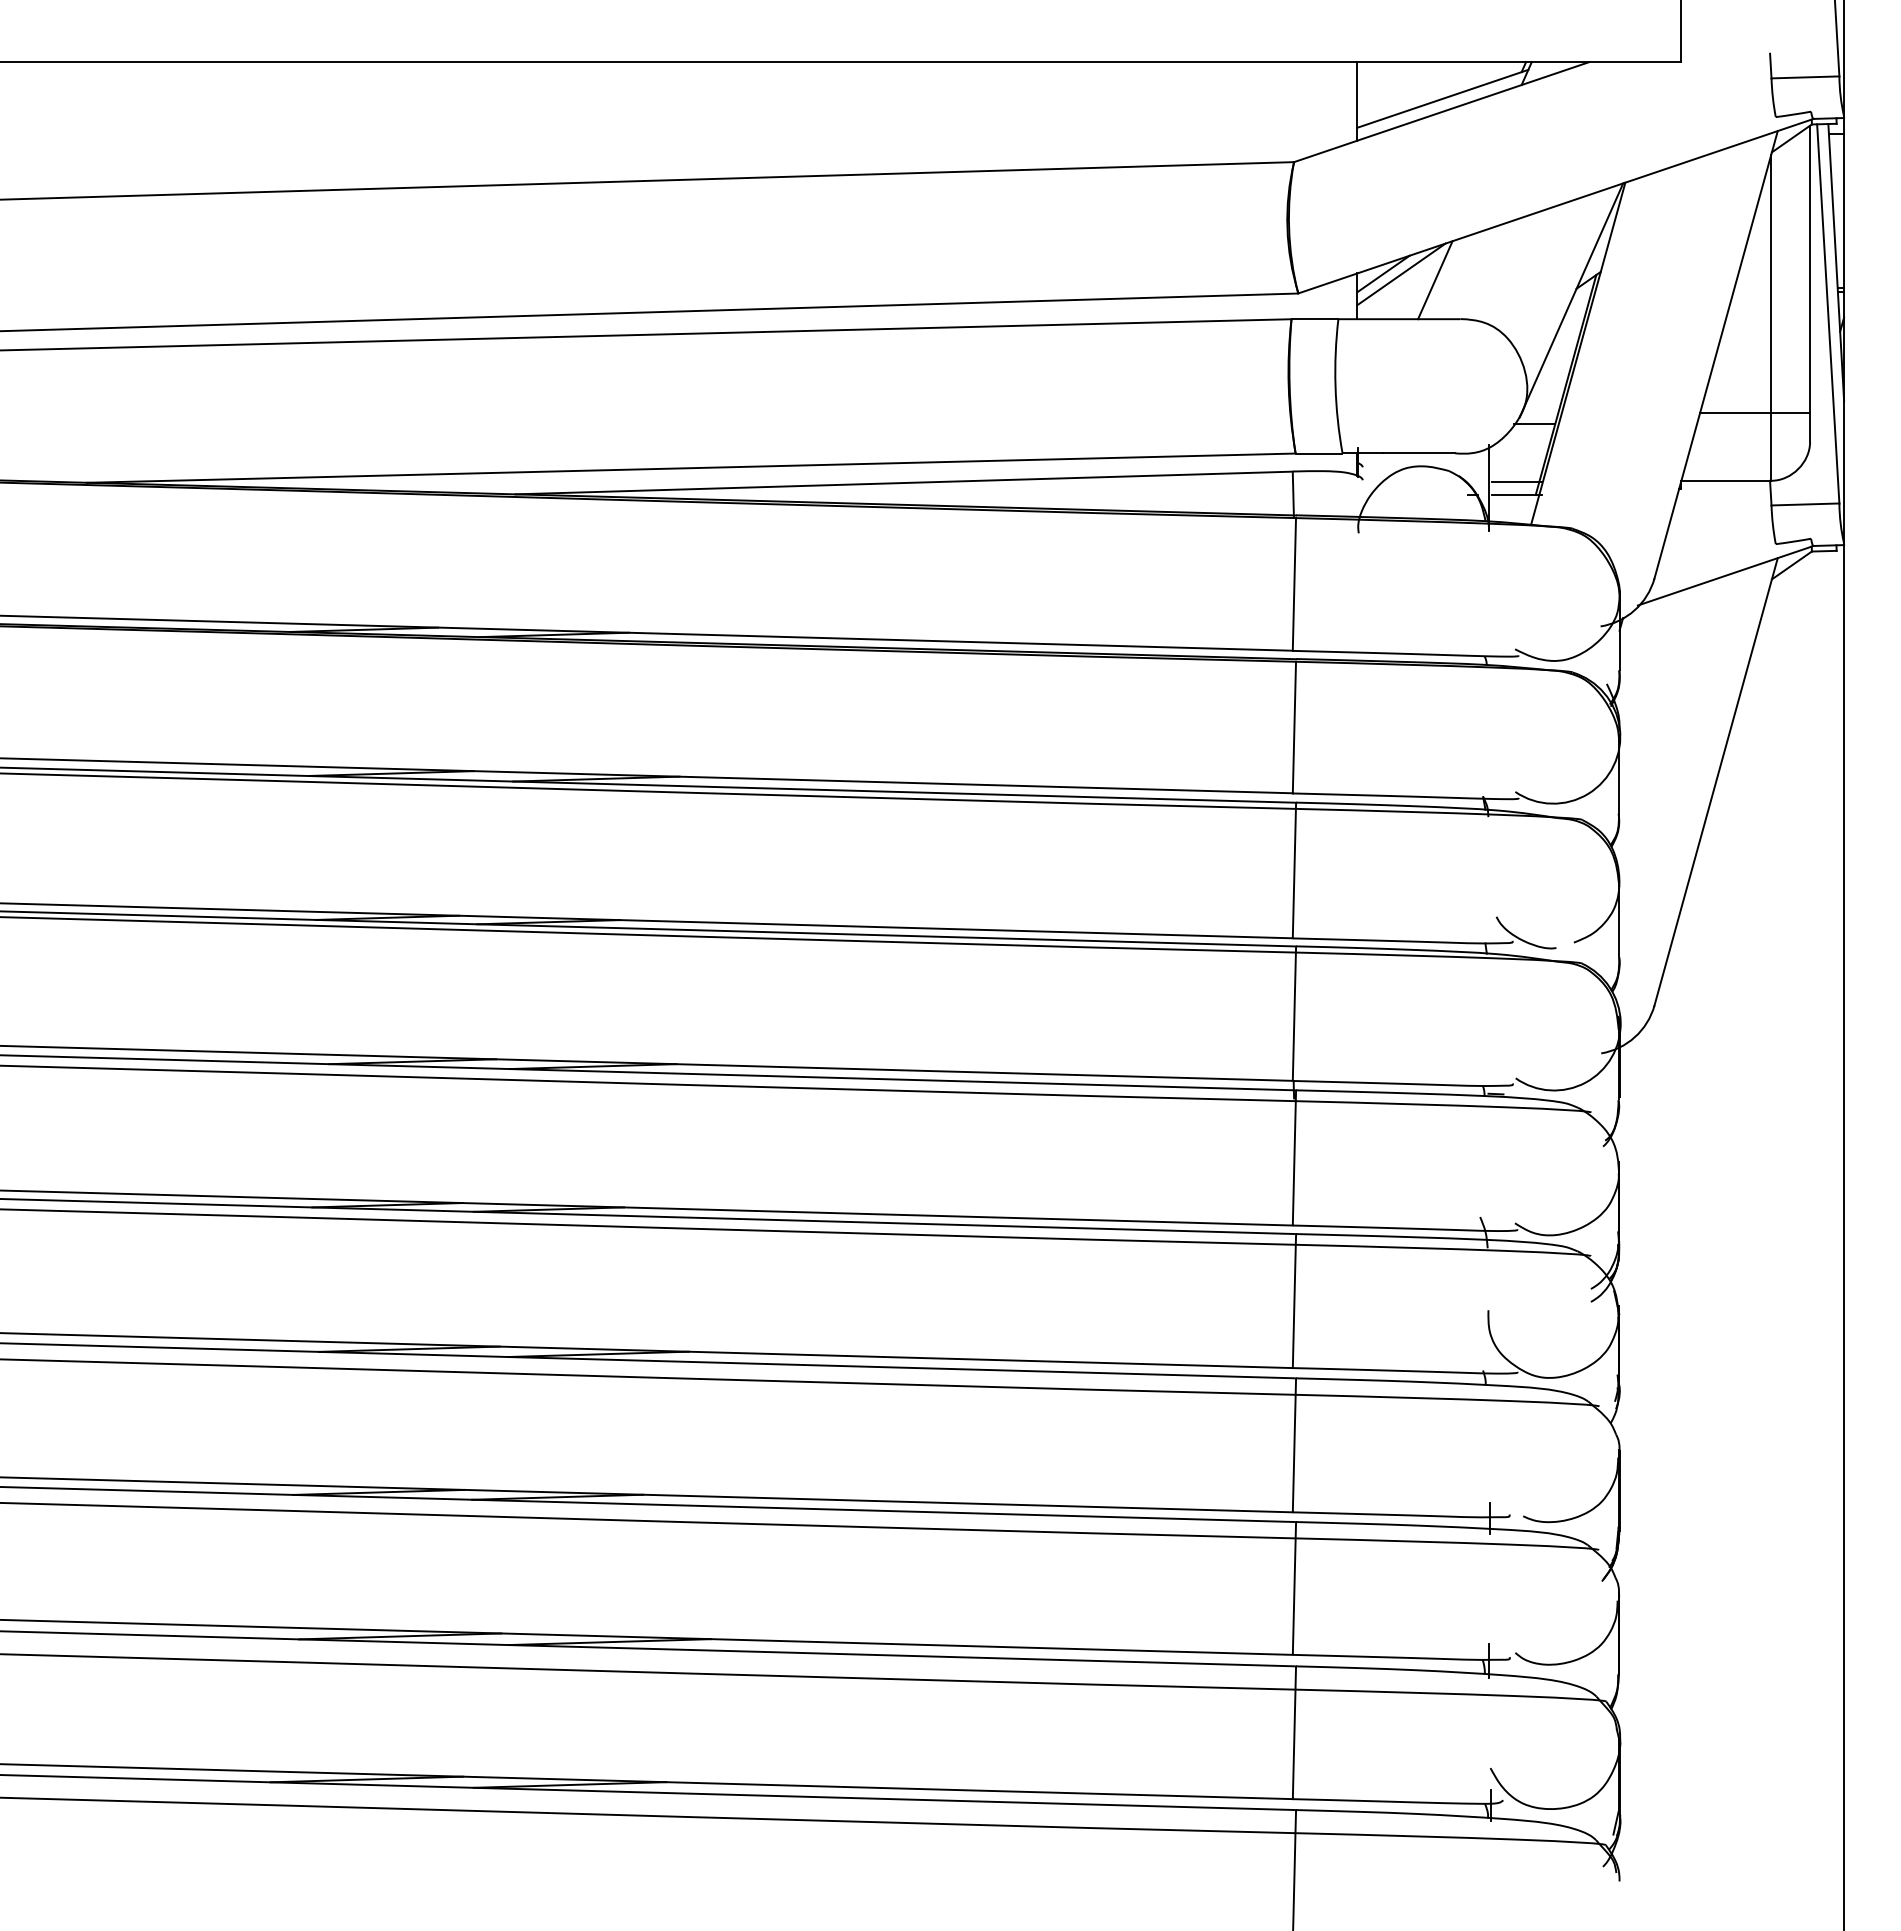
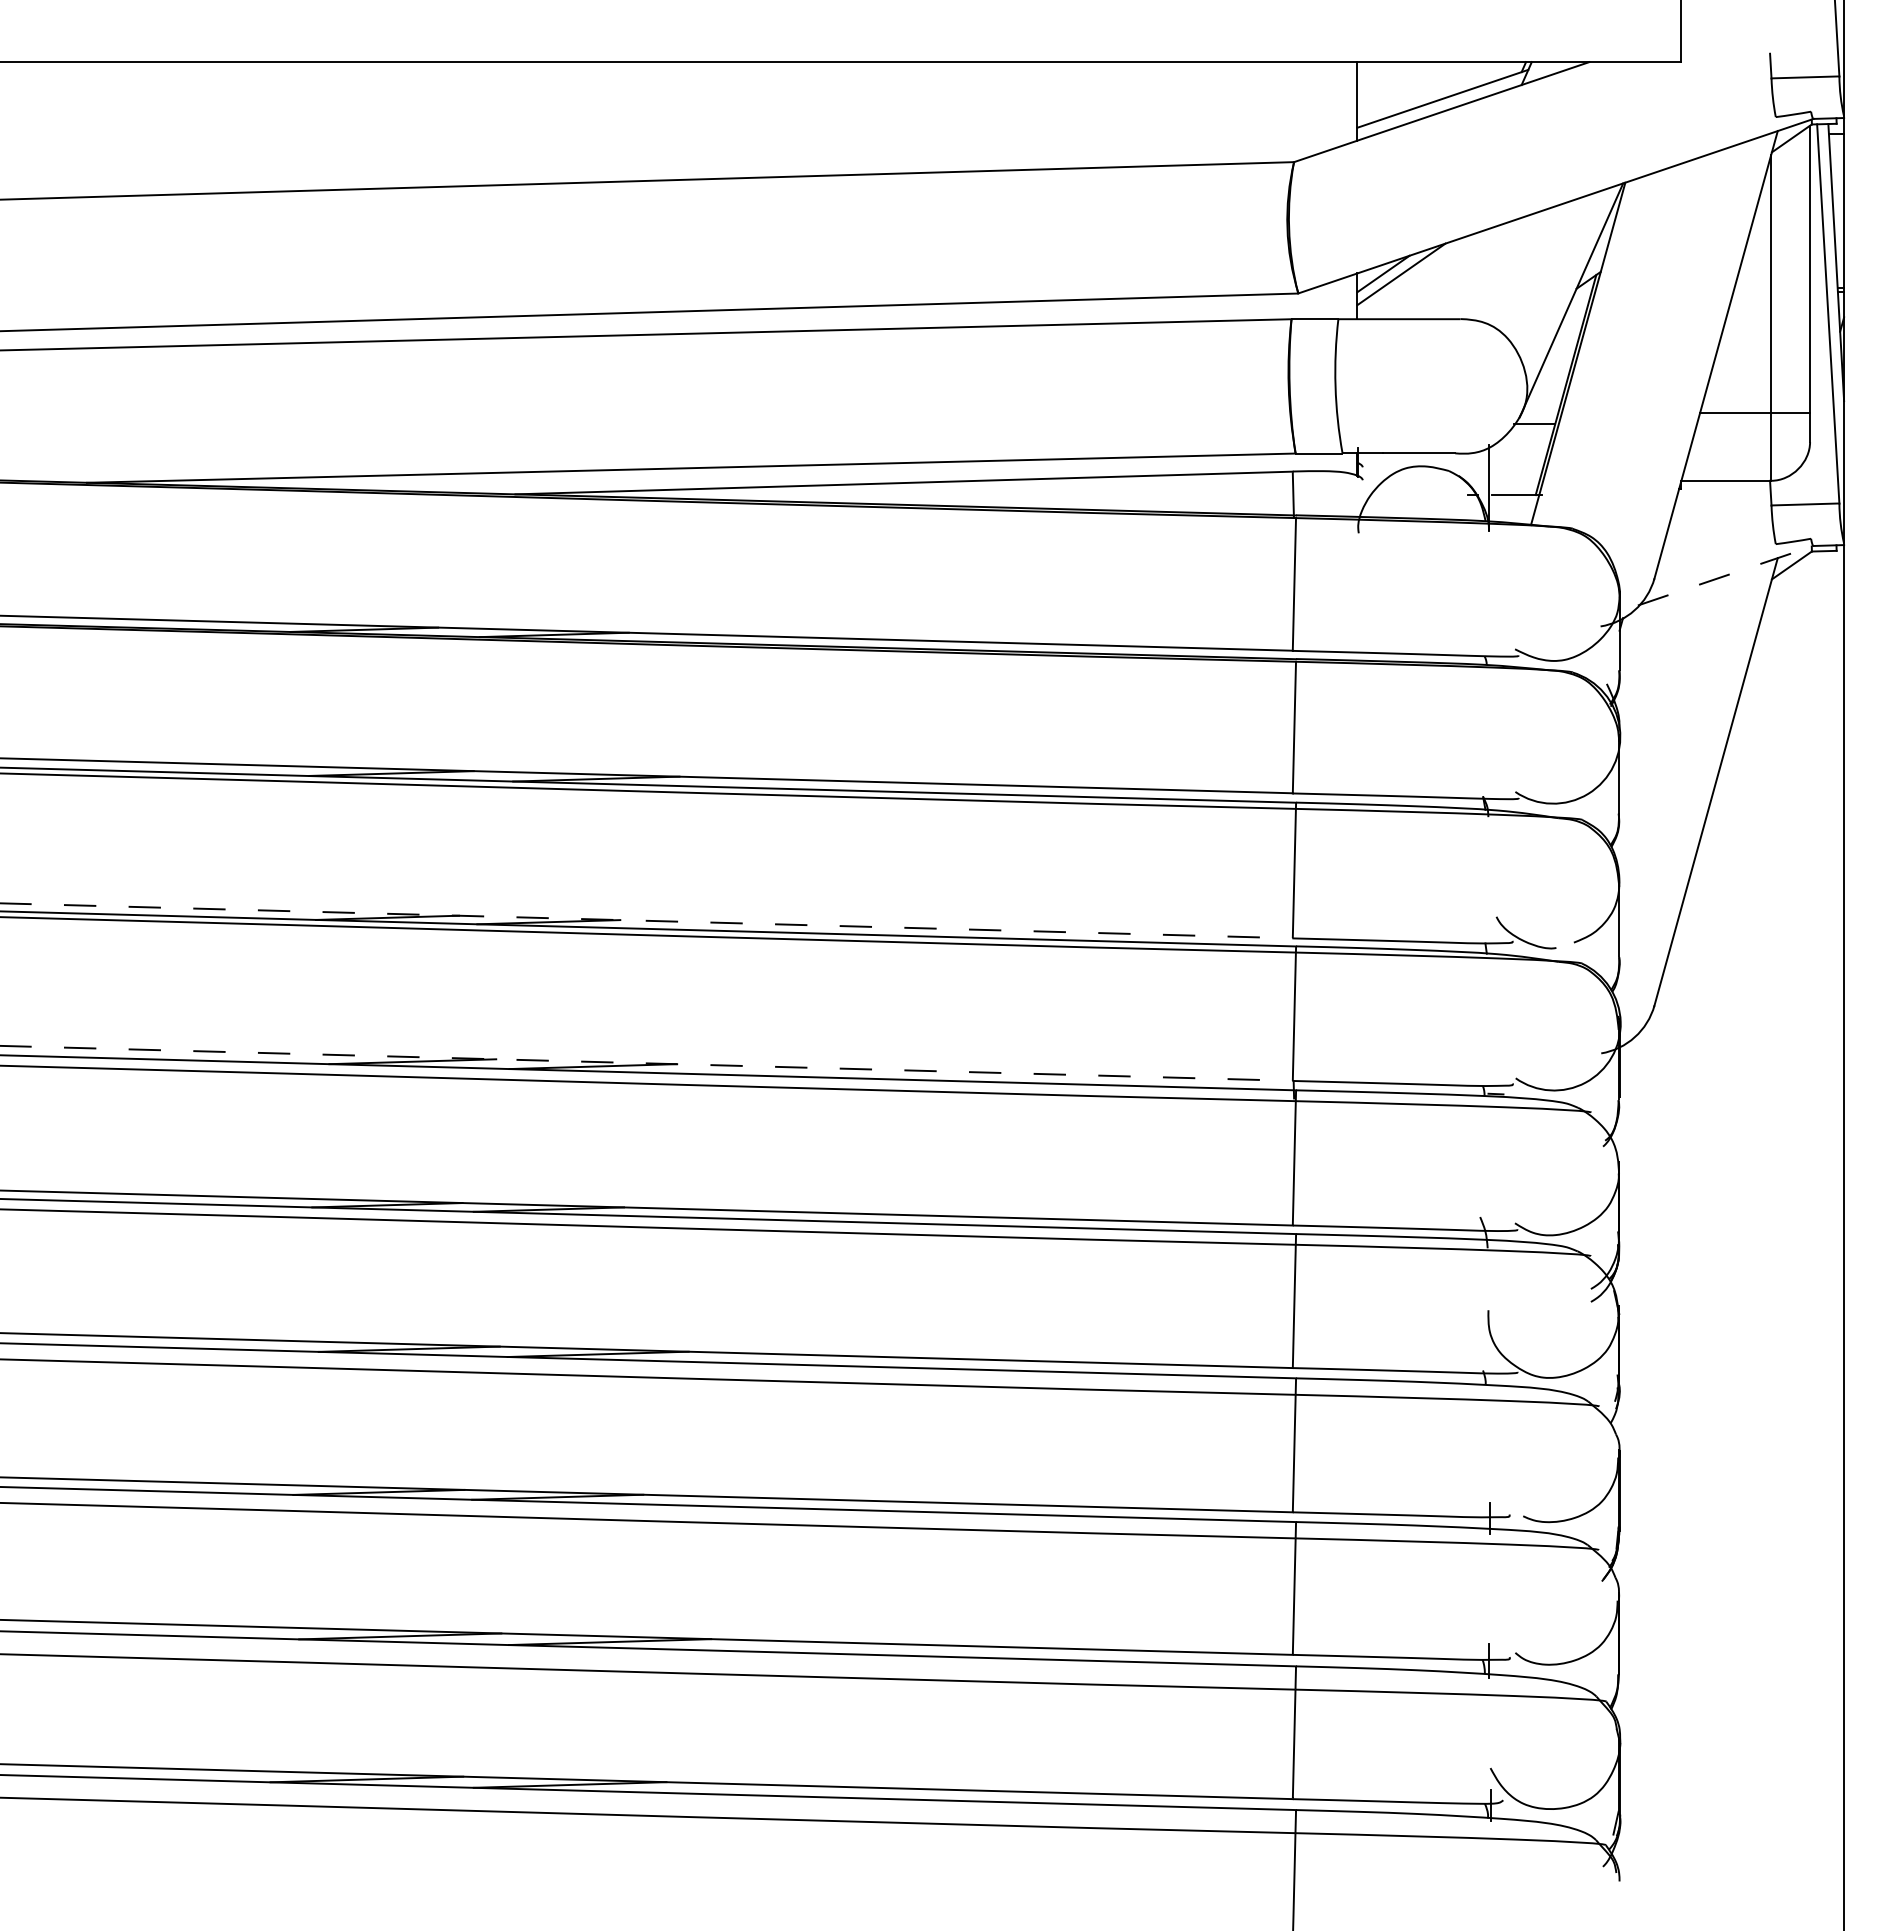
line at (1435, 280): present -> none
line at (1516, 482): present -> none
line at (1725, 575): solid -> dashed
line at (647, 920): solid -> dashed
line at (647, 1063): solid -> dashed
